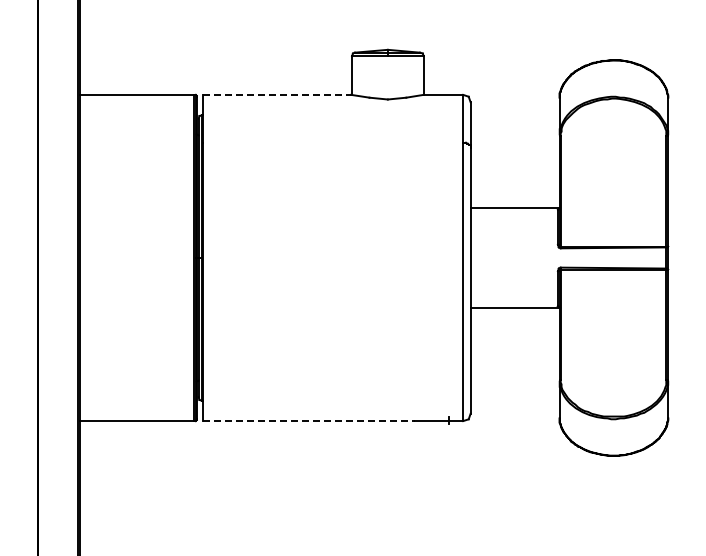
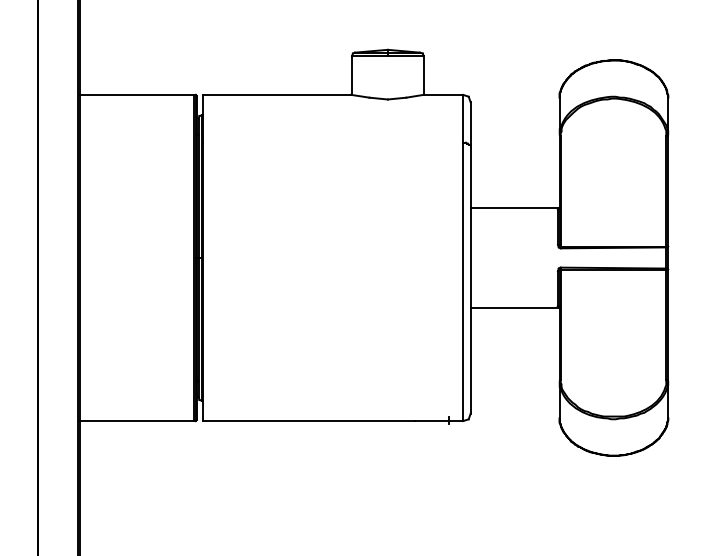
line at (277, 94): dashed -> solid
line at (309, 421): dashed -> solid
